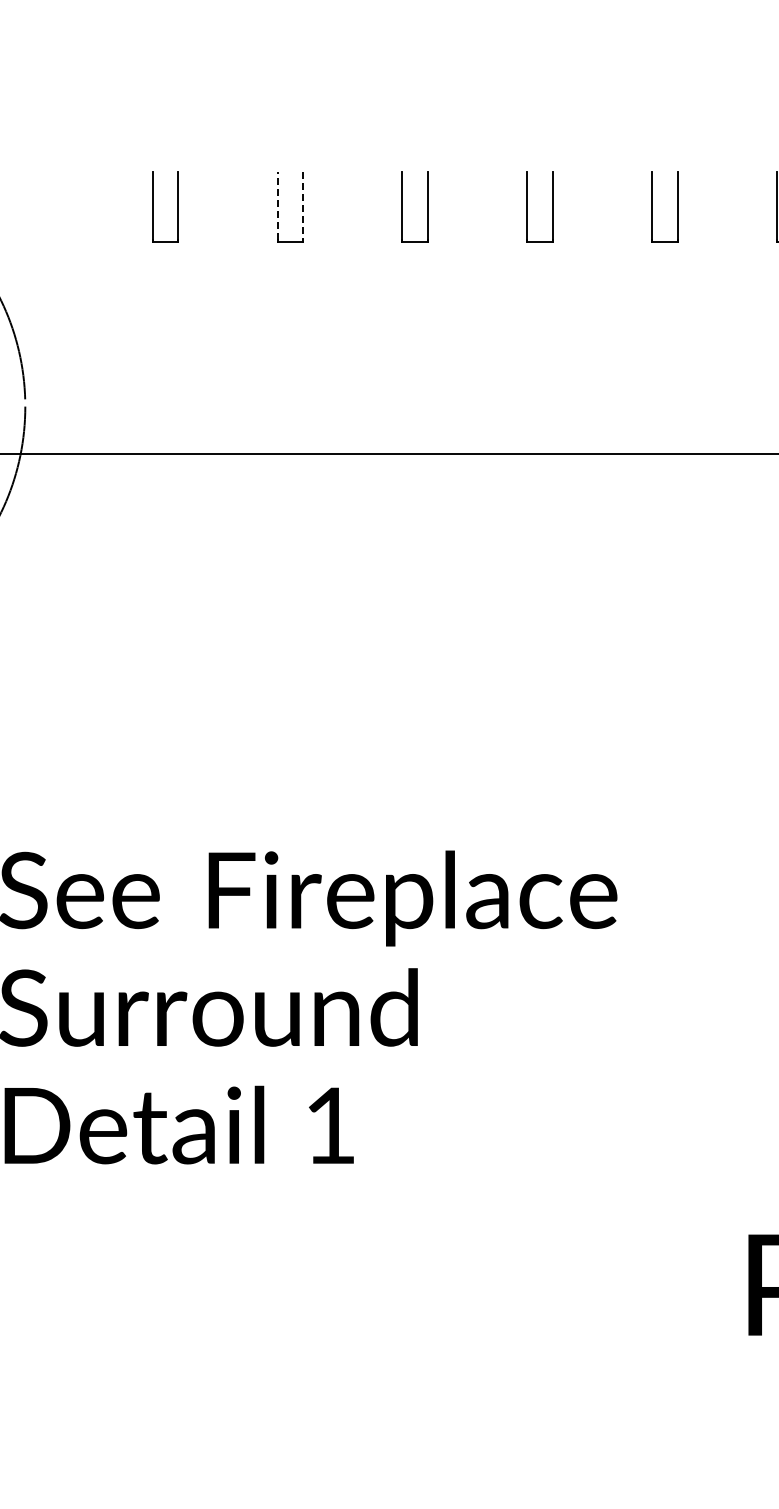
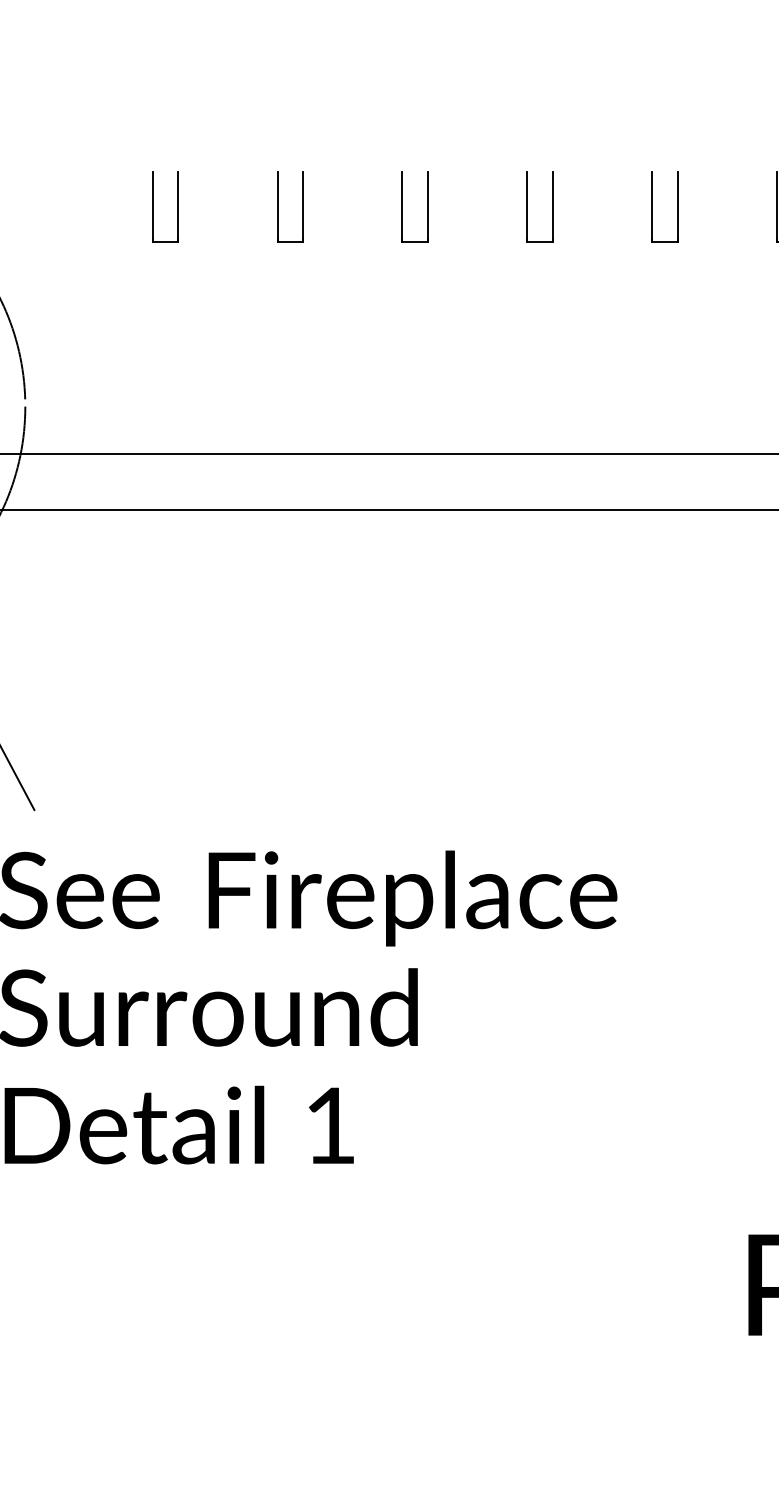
line at (277, 205): dashed -> solid
line at (302, 206): dashed -> solid
line at (388, 509): none -> present
line at (18, 779): none -> present
